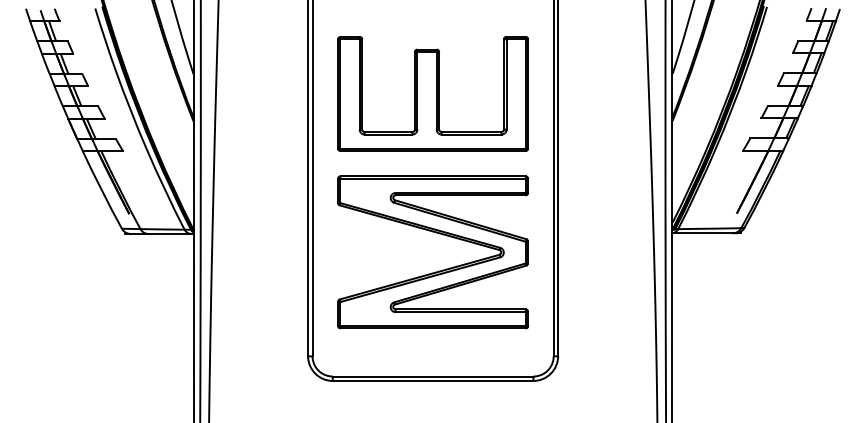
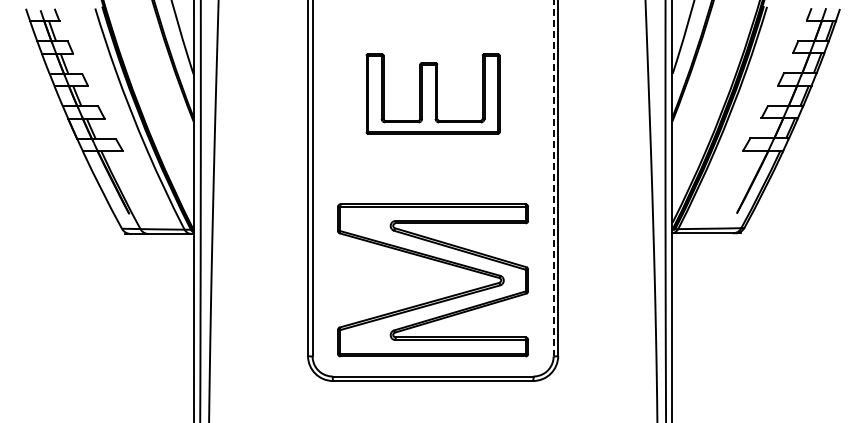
part at (432, 93) size: 192x116 px -> 136x82 px
line at (553, 178): solid -> dashed
part at (438, 270) position: (438, 270) -> (438, 298)
